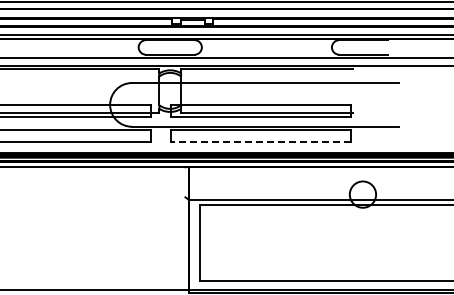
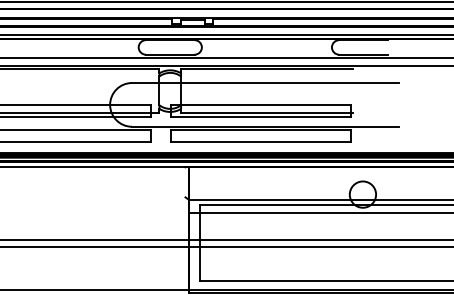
line at (260, 142): dashed -> solid
line at (320, 213): none -> present
line at (226, 239): none -> present
line at (226, 247): none -> present
